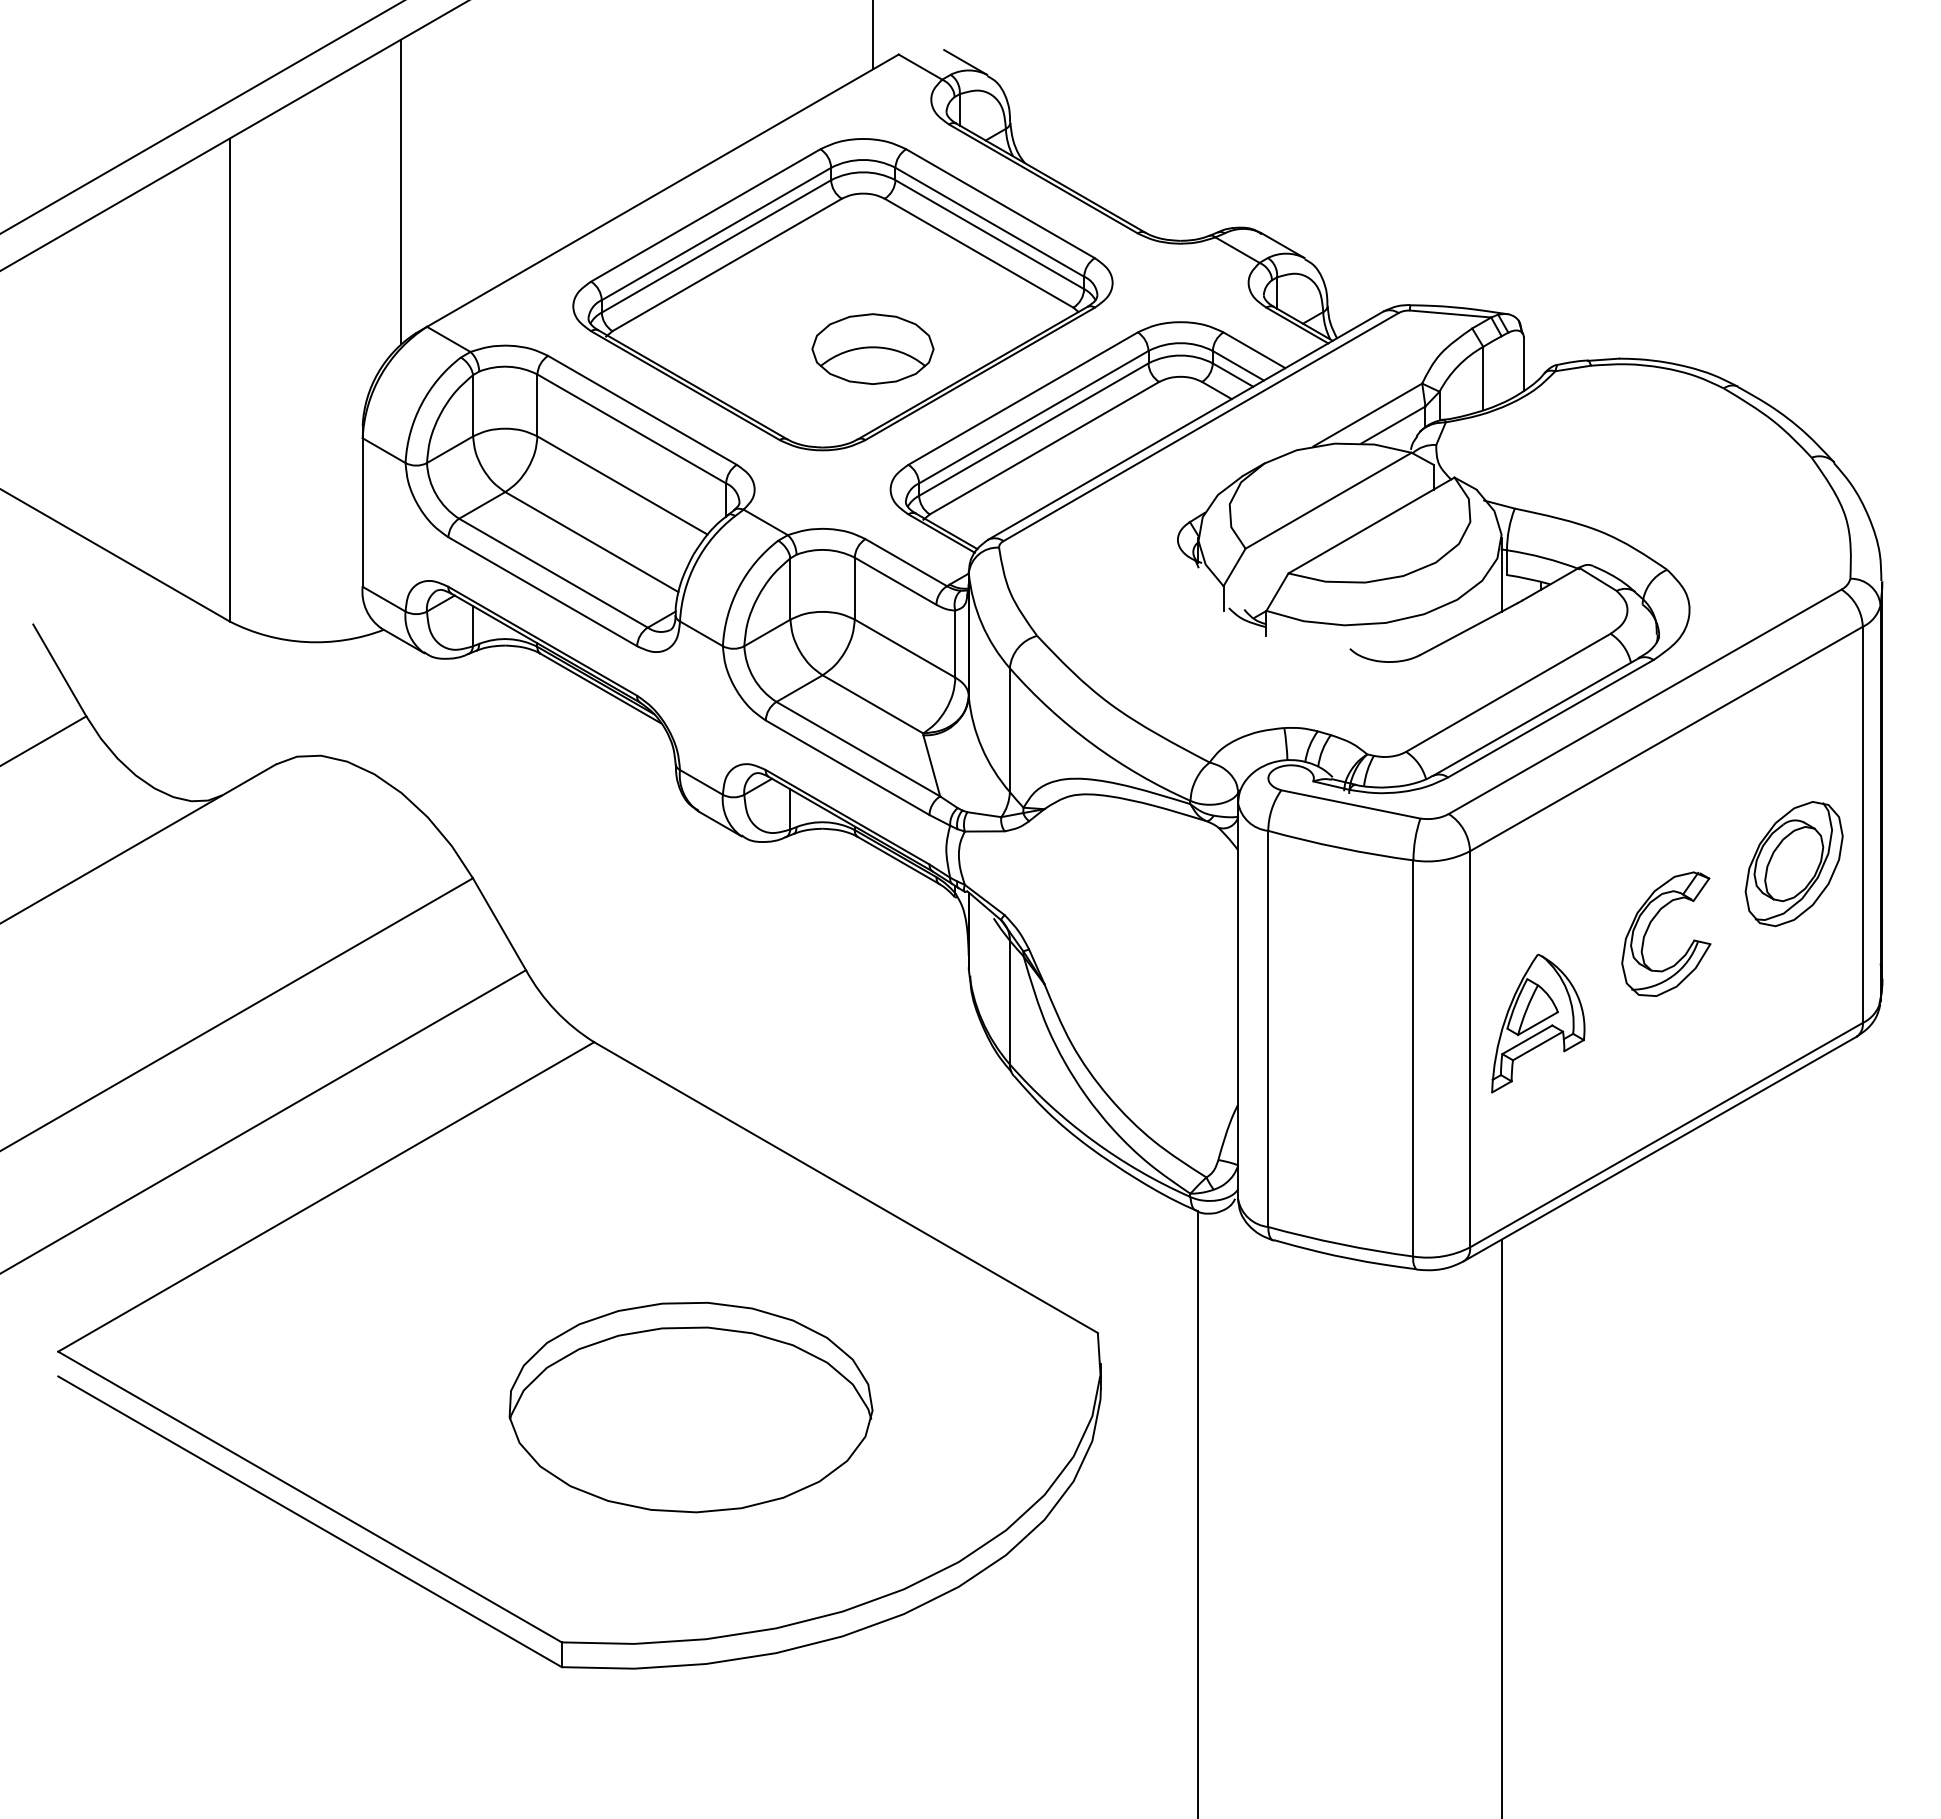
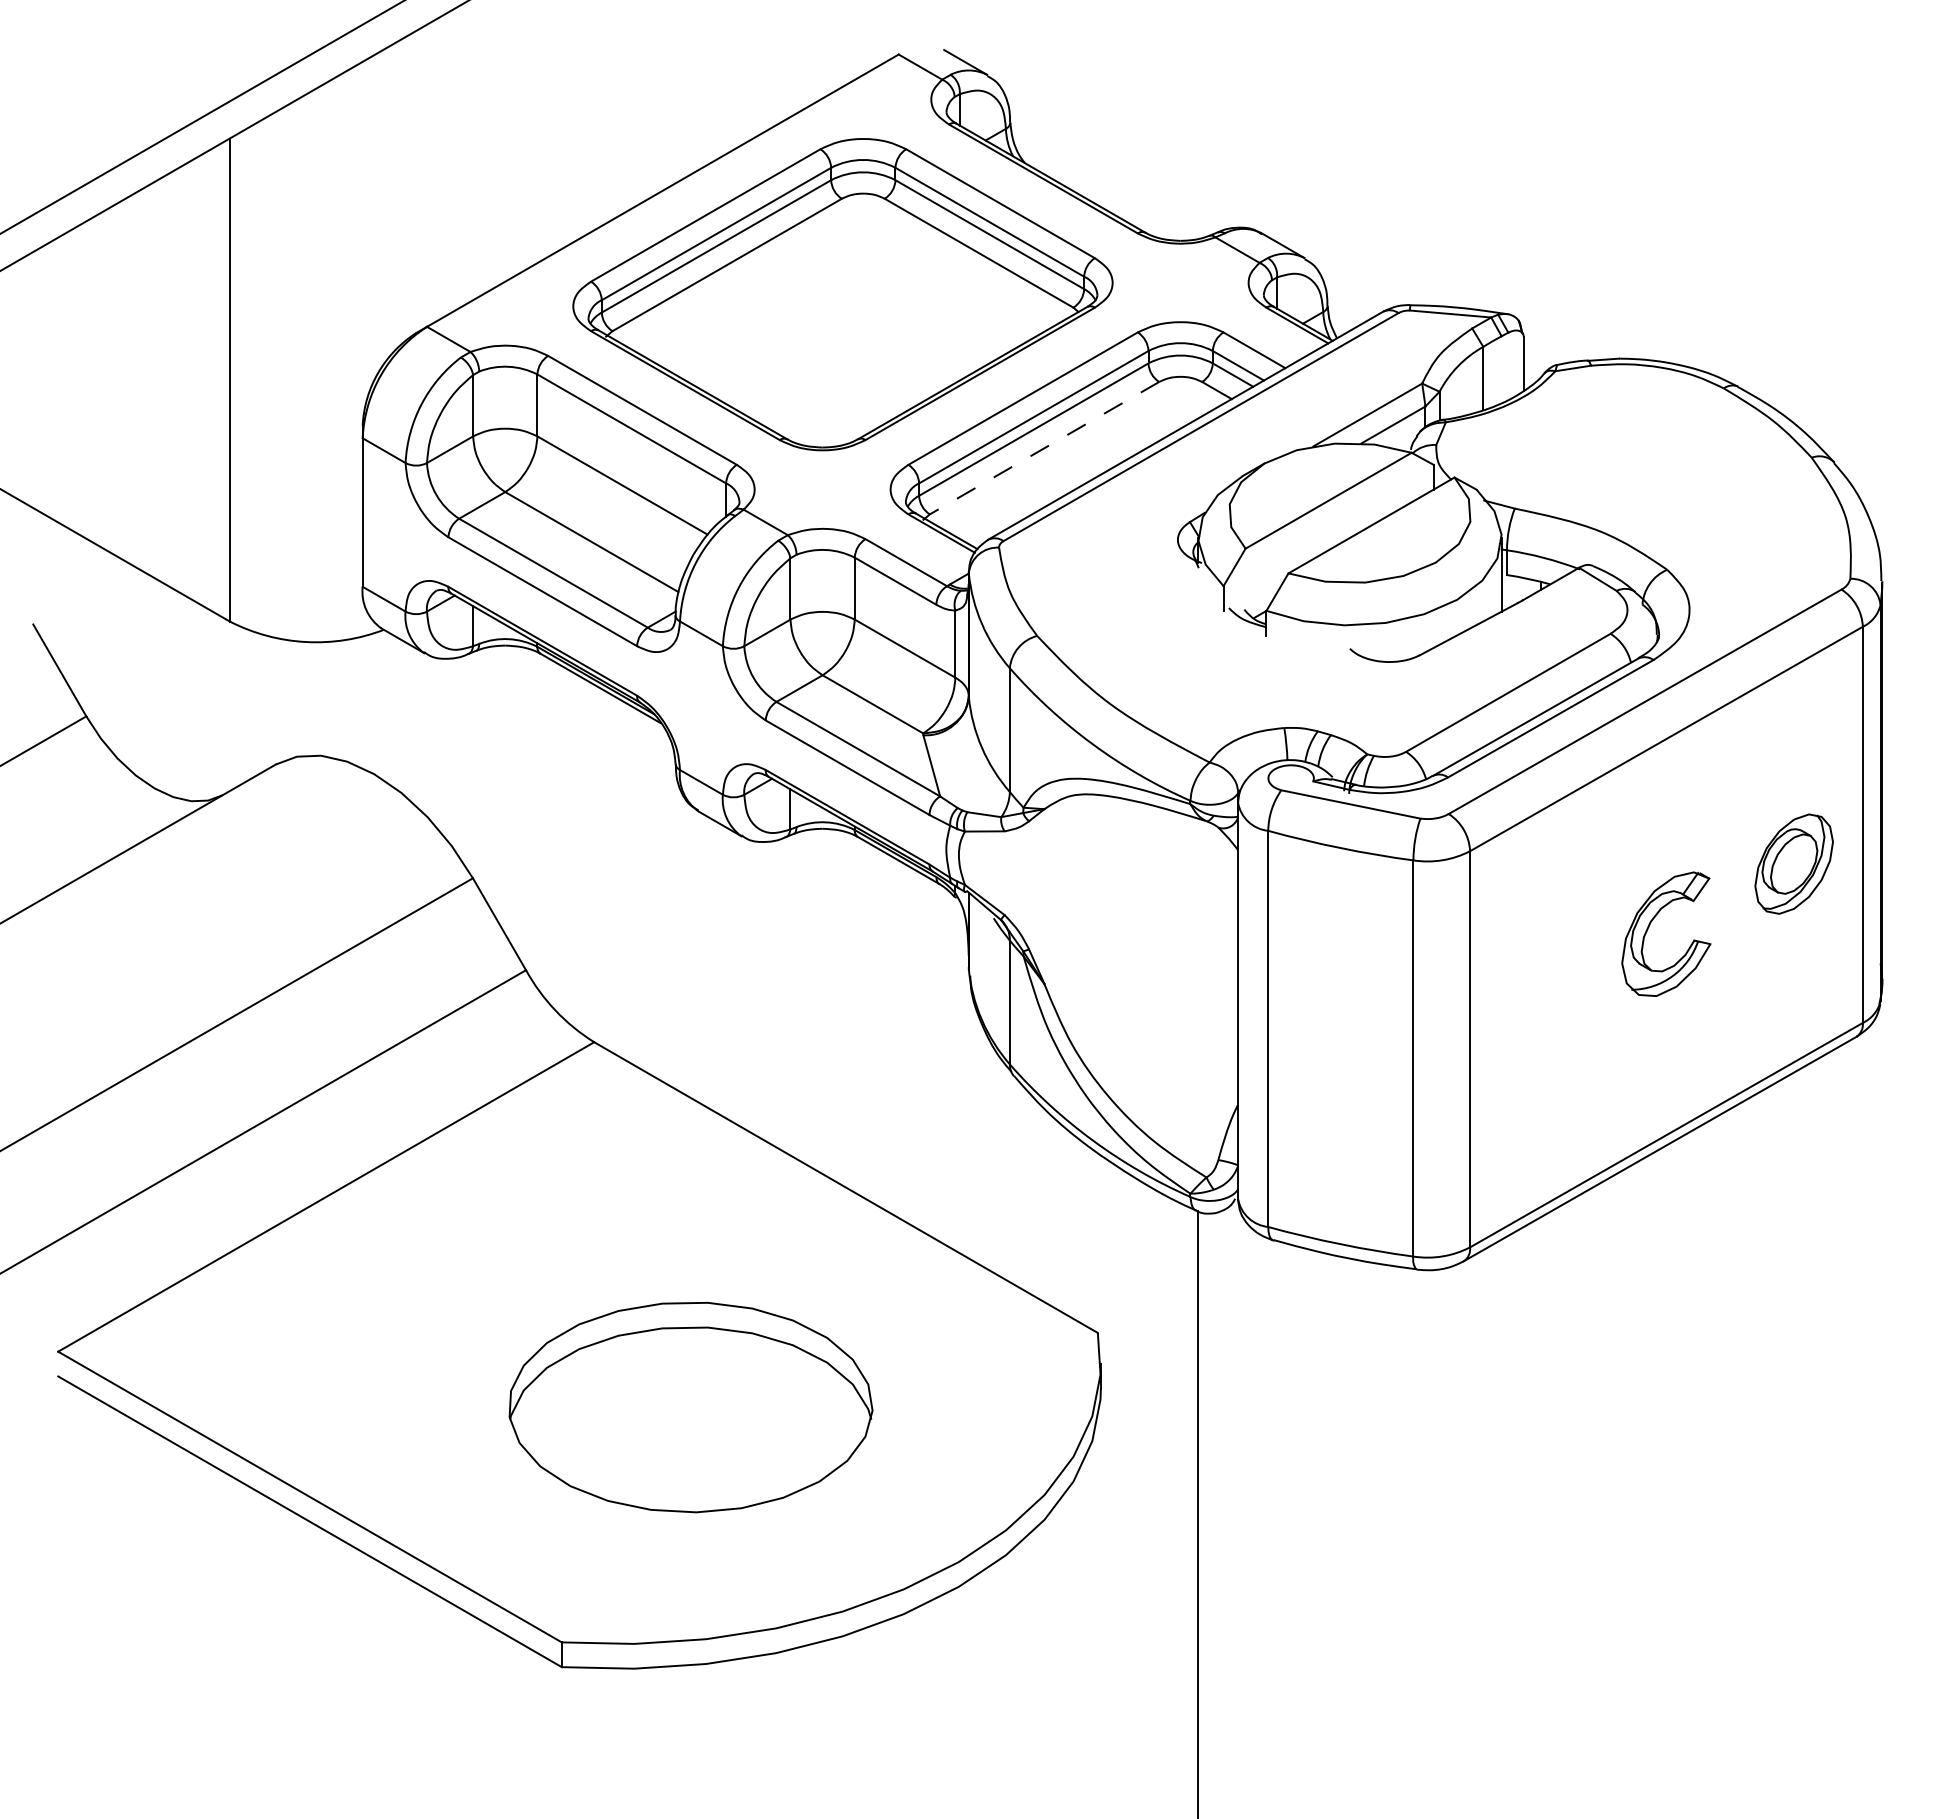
line at (872, 35): present -> none
line at (401, 191): present -> none
part at (872, 348): present -> none
line at (1044, 448): solid -> dashed
part at (1793, 864) size: 100x127 px -> 80x102 px
part at (1538, 1023): present -> none
line at (1501, 1527): present -> none
